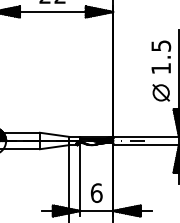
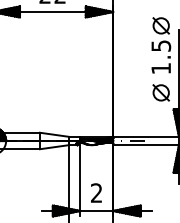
part at (160, 25): none -> present
text at (96, 192): 6 -> 2
